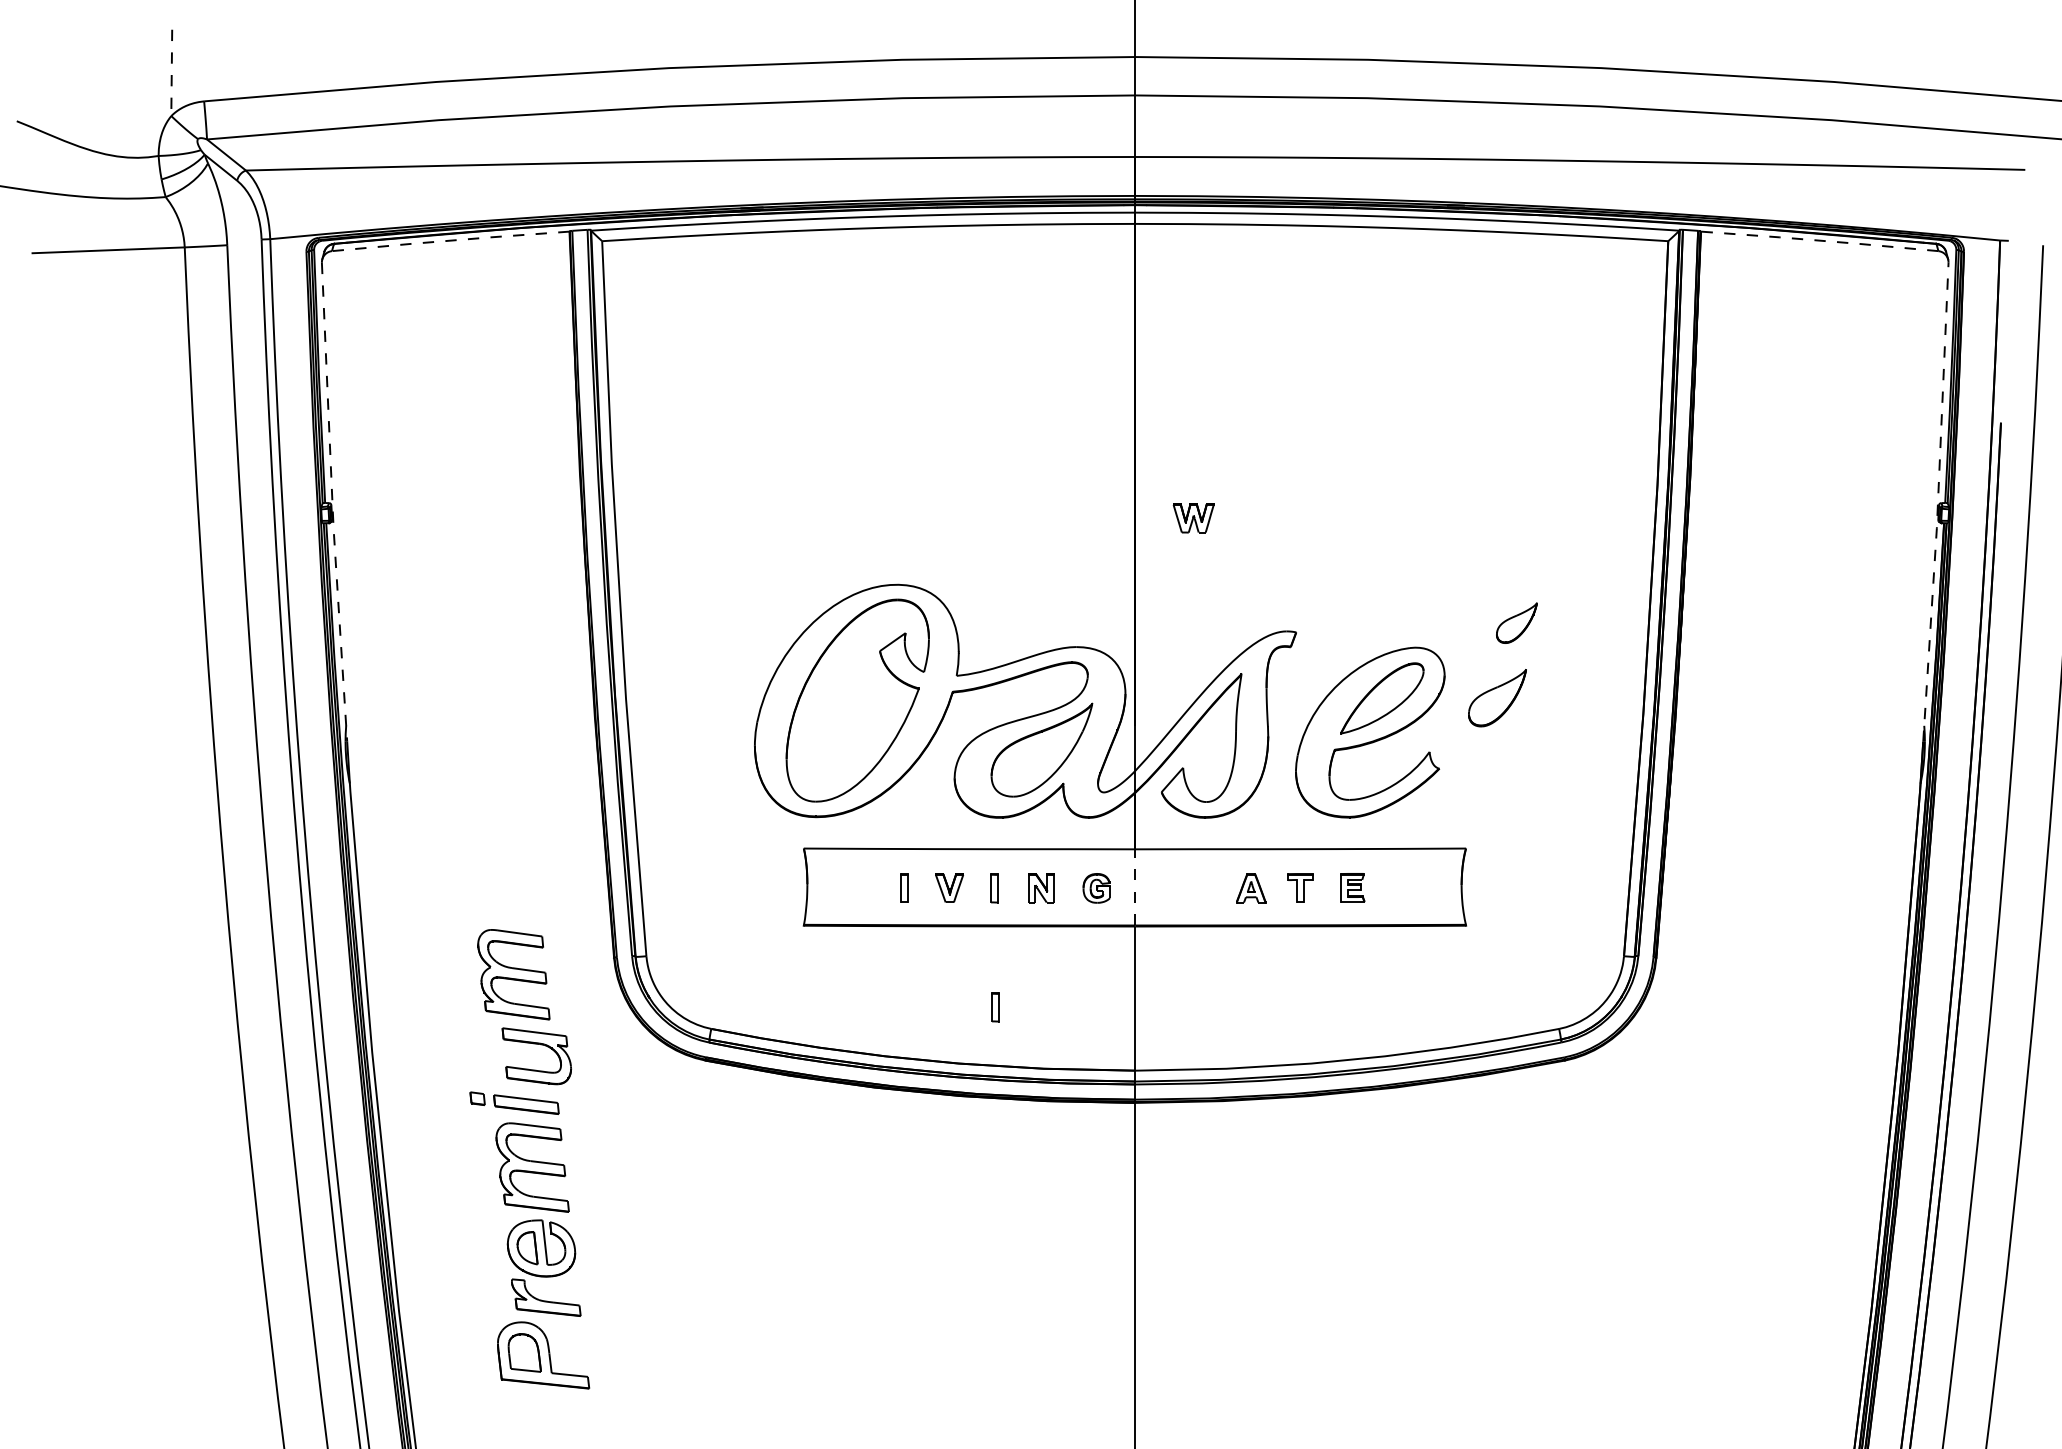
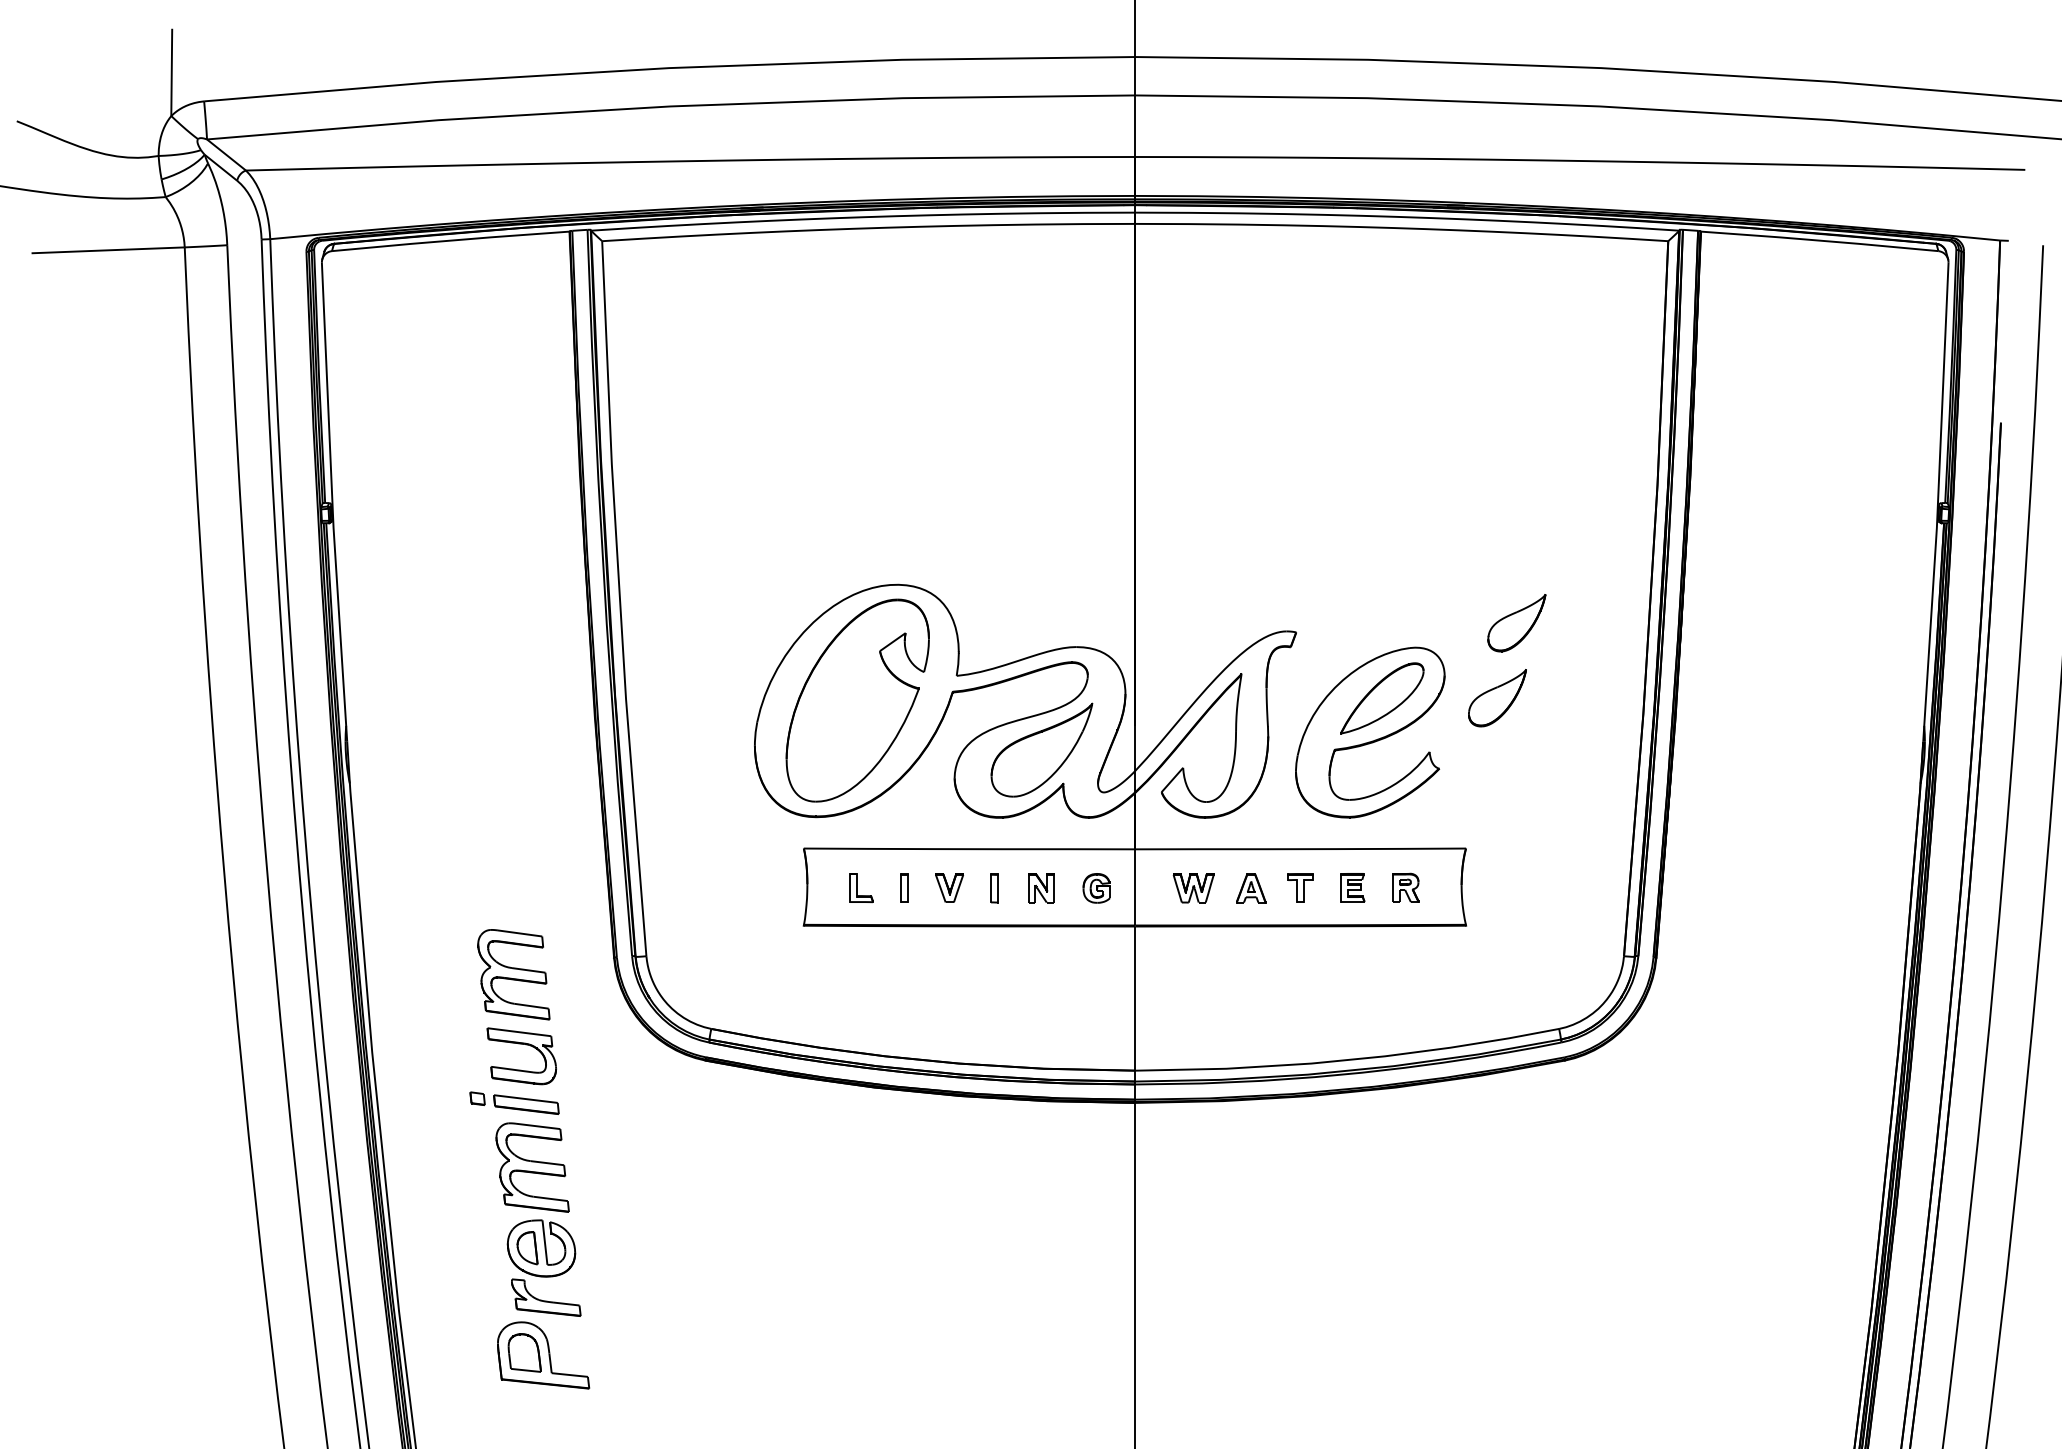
line at (171, 73): dashed -> solid
line at (450, 240): dashed -> solid
line at (1819, 240): dashed -> solid
line at (332, 503): dashed -> solid
line at (1937, 503): dashed -> solid
part at (1193, 518) position: (1193, 518) -> (1193, 888)
part at (1516, 622) size: 42x42 px -> 60x59 px
line at (1135, 886): dashed -> solid
part at (1405, 887): none -> present
part at (861, 888): none -> present
part at (995, 1007): present -> none
part at (536, 1044) position: (536, 1044) -> (521, 1044)
